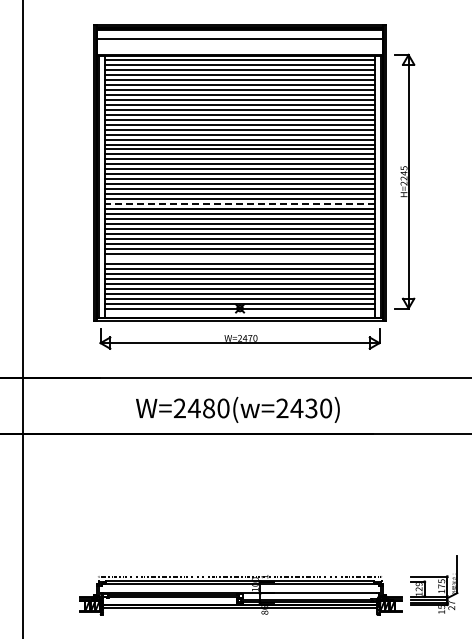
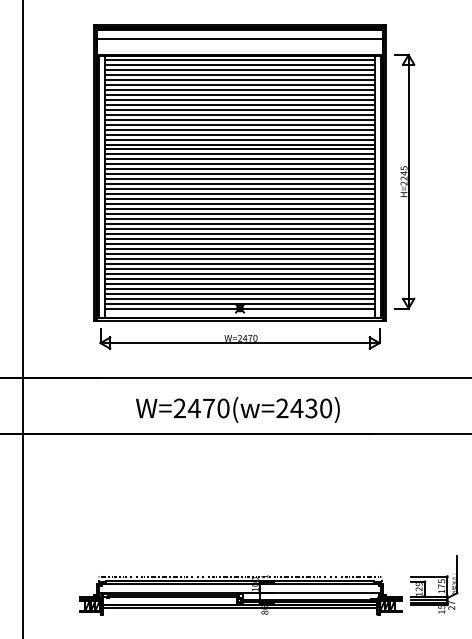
line at (240, 204): dashed -> solid
line at (239, 258): none -> present
text at (209, 408): W=2480(w=2430) -> W=2470(w=2430)
